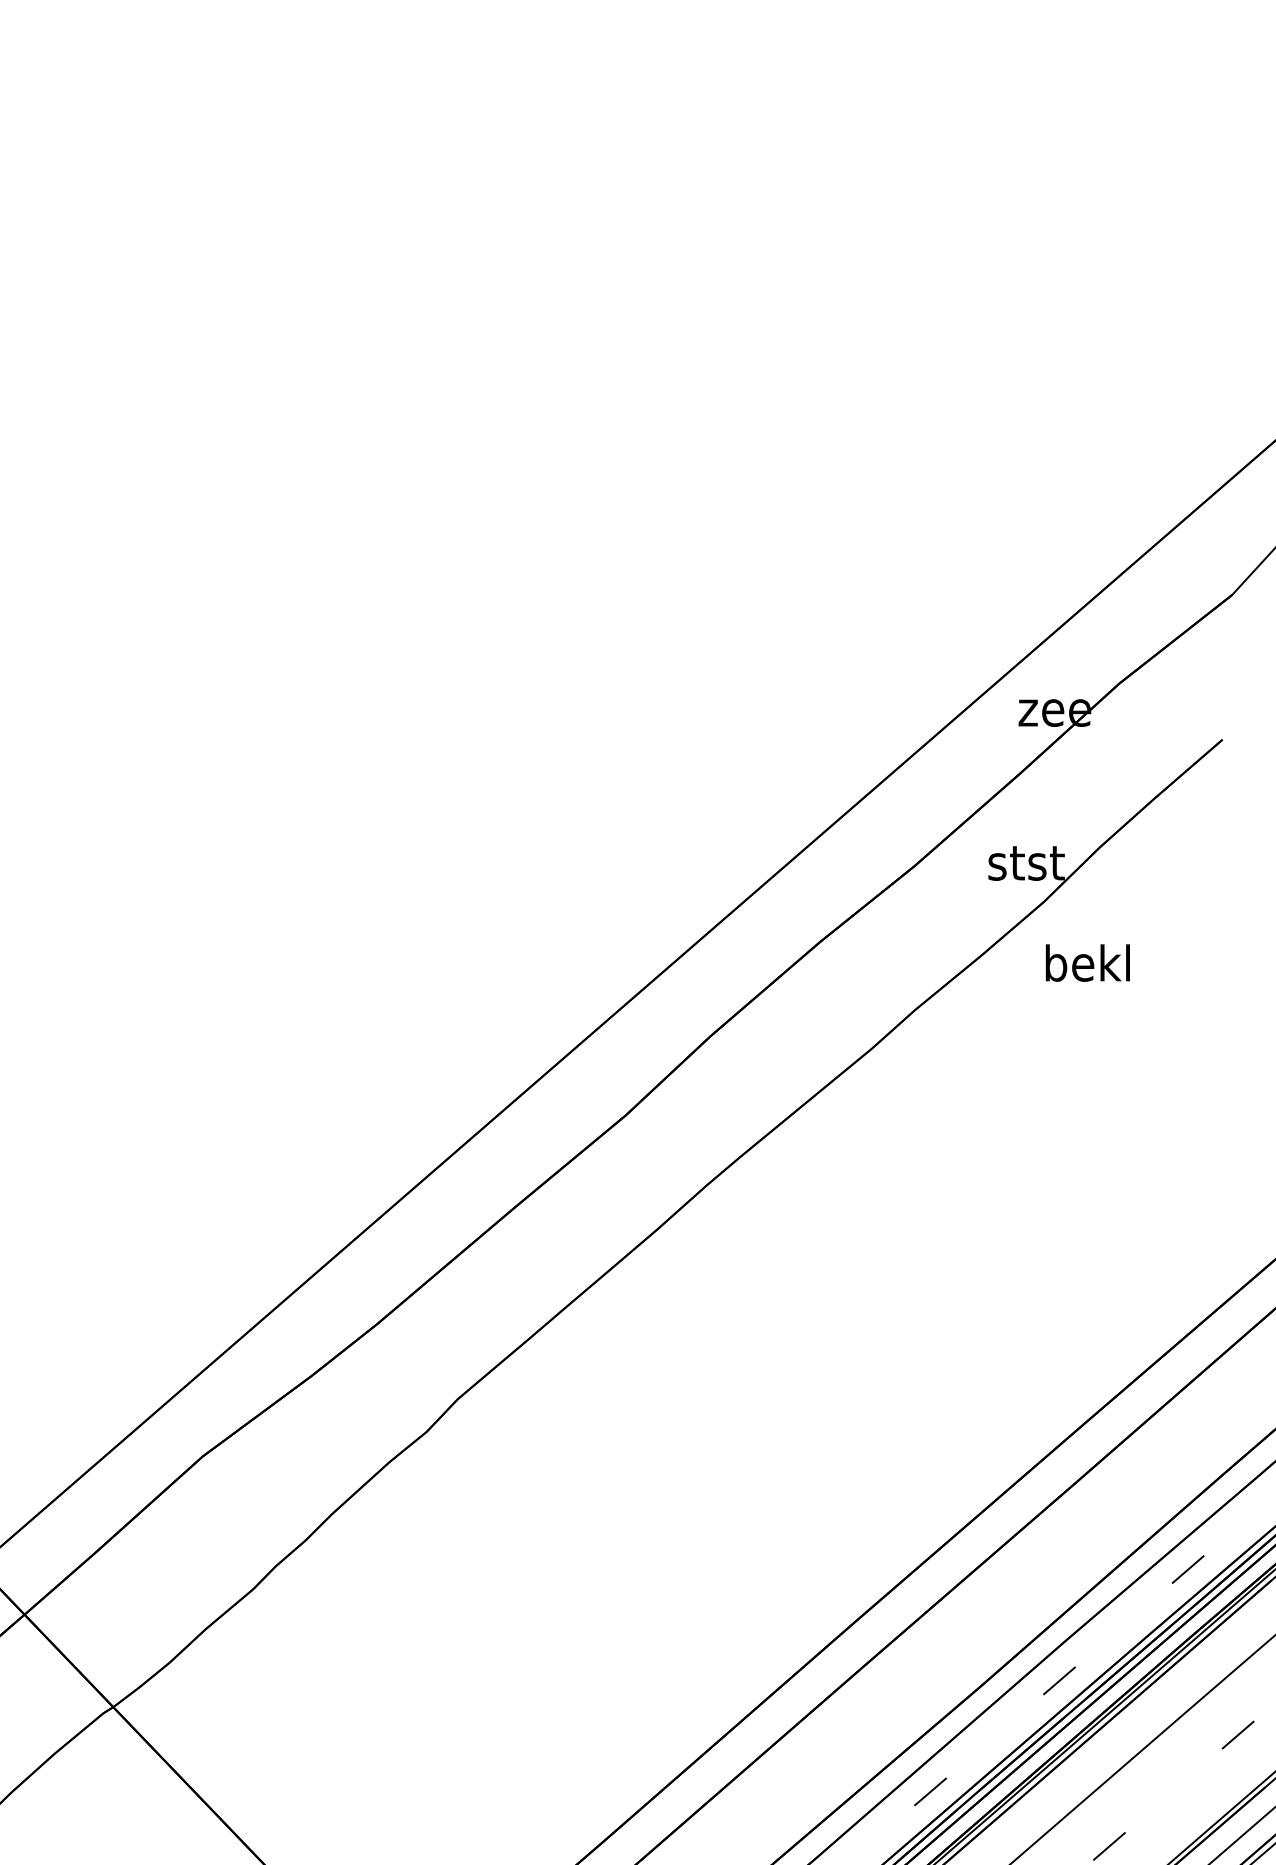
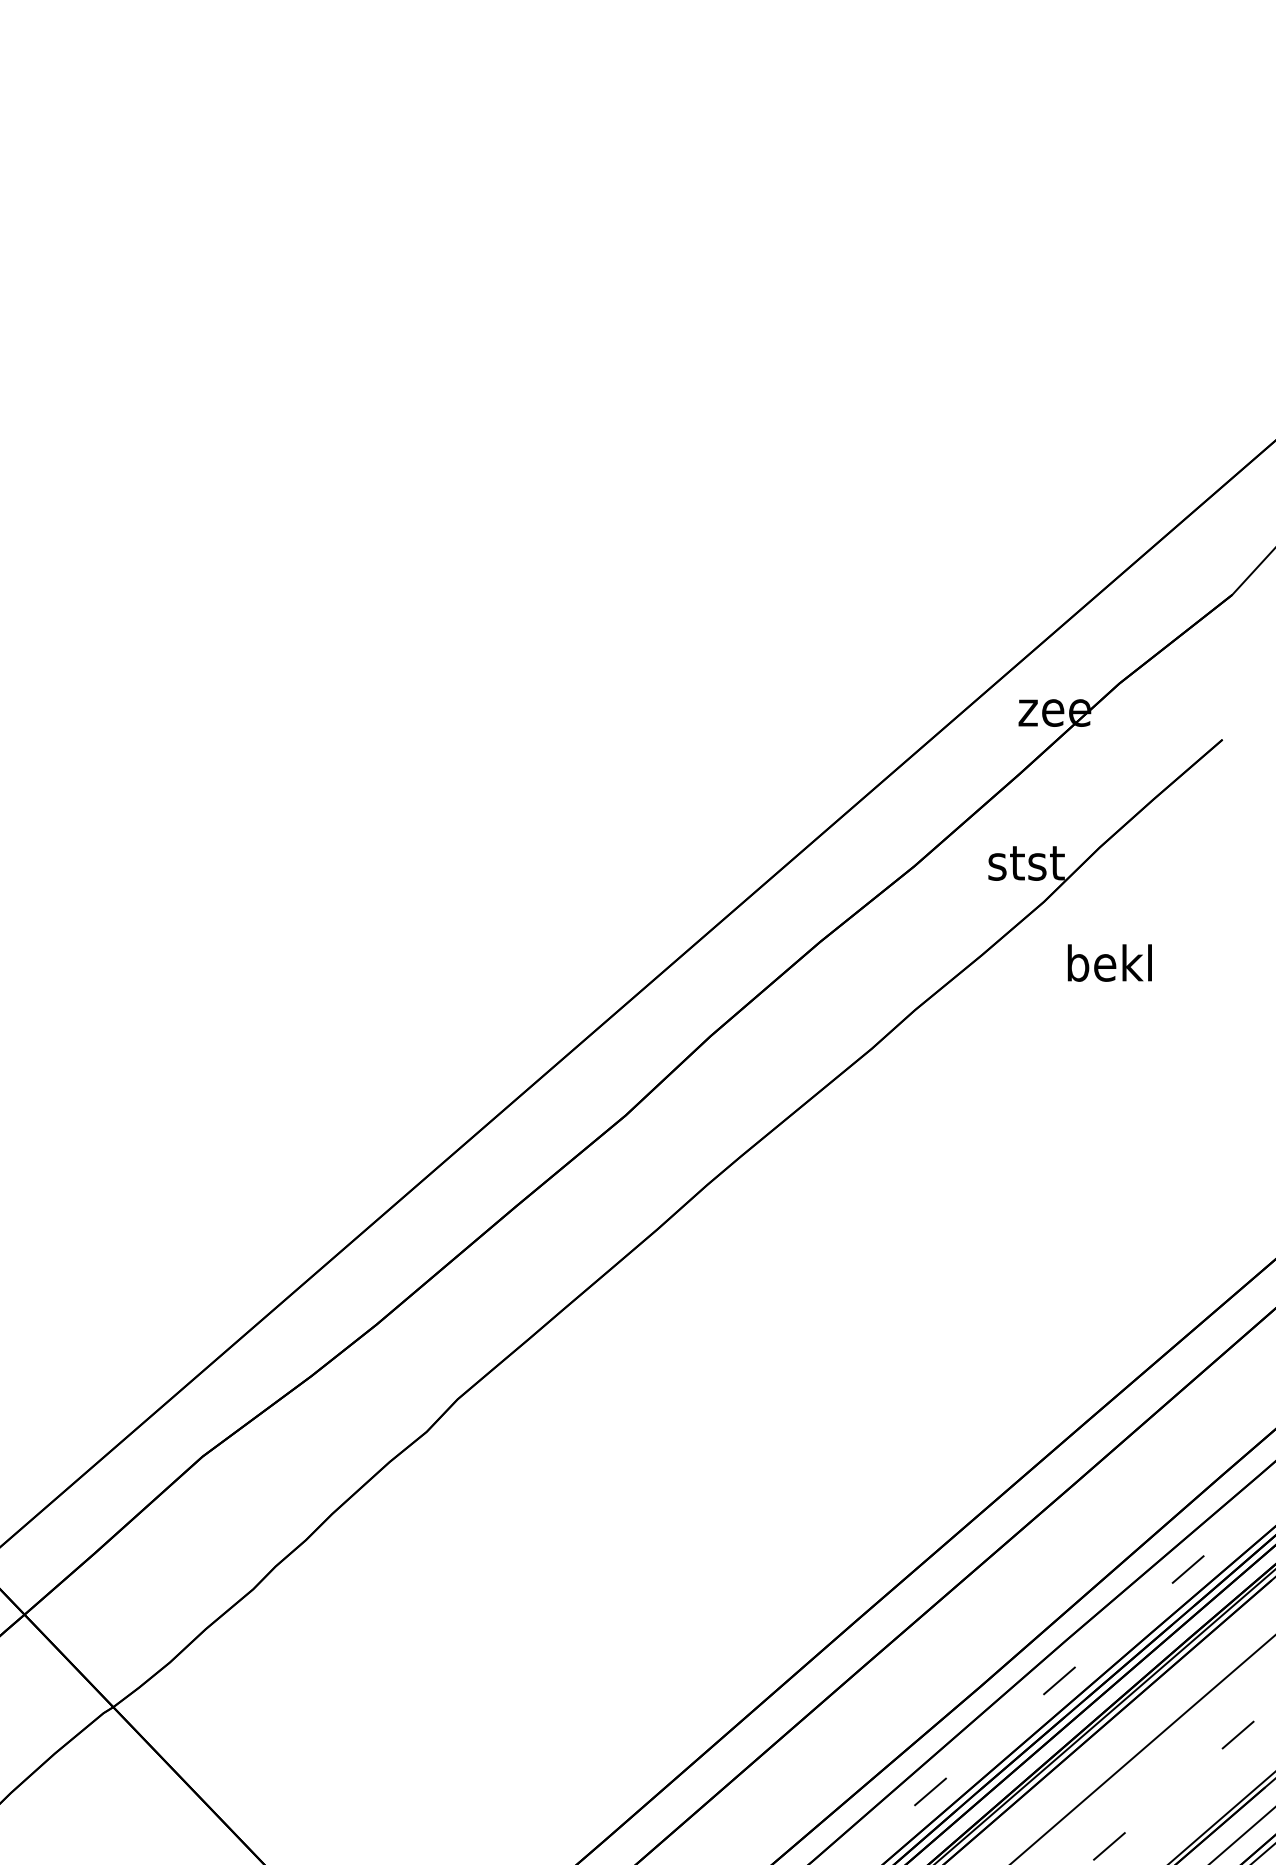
text at (1087, 962) position: (1087, 962) -> (1109, 962)
